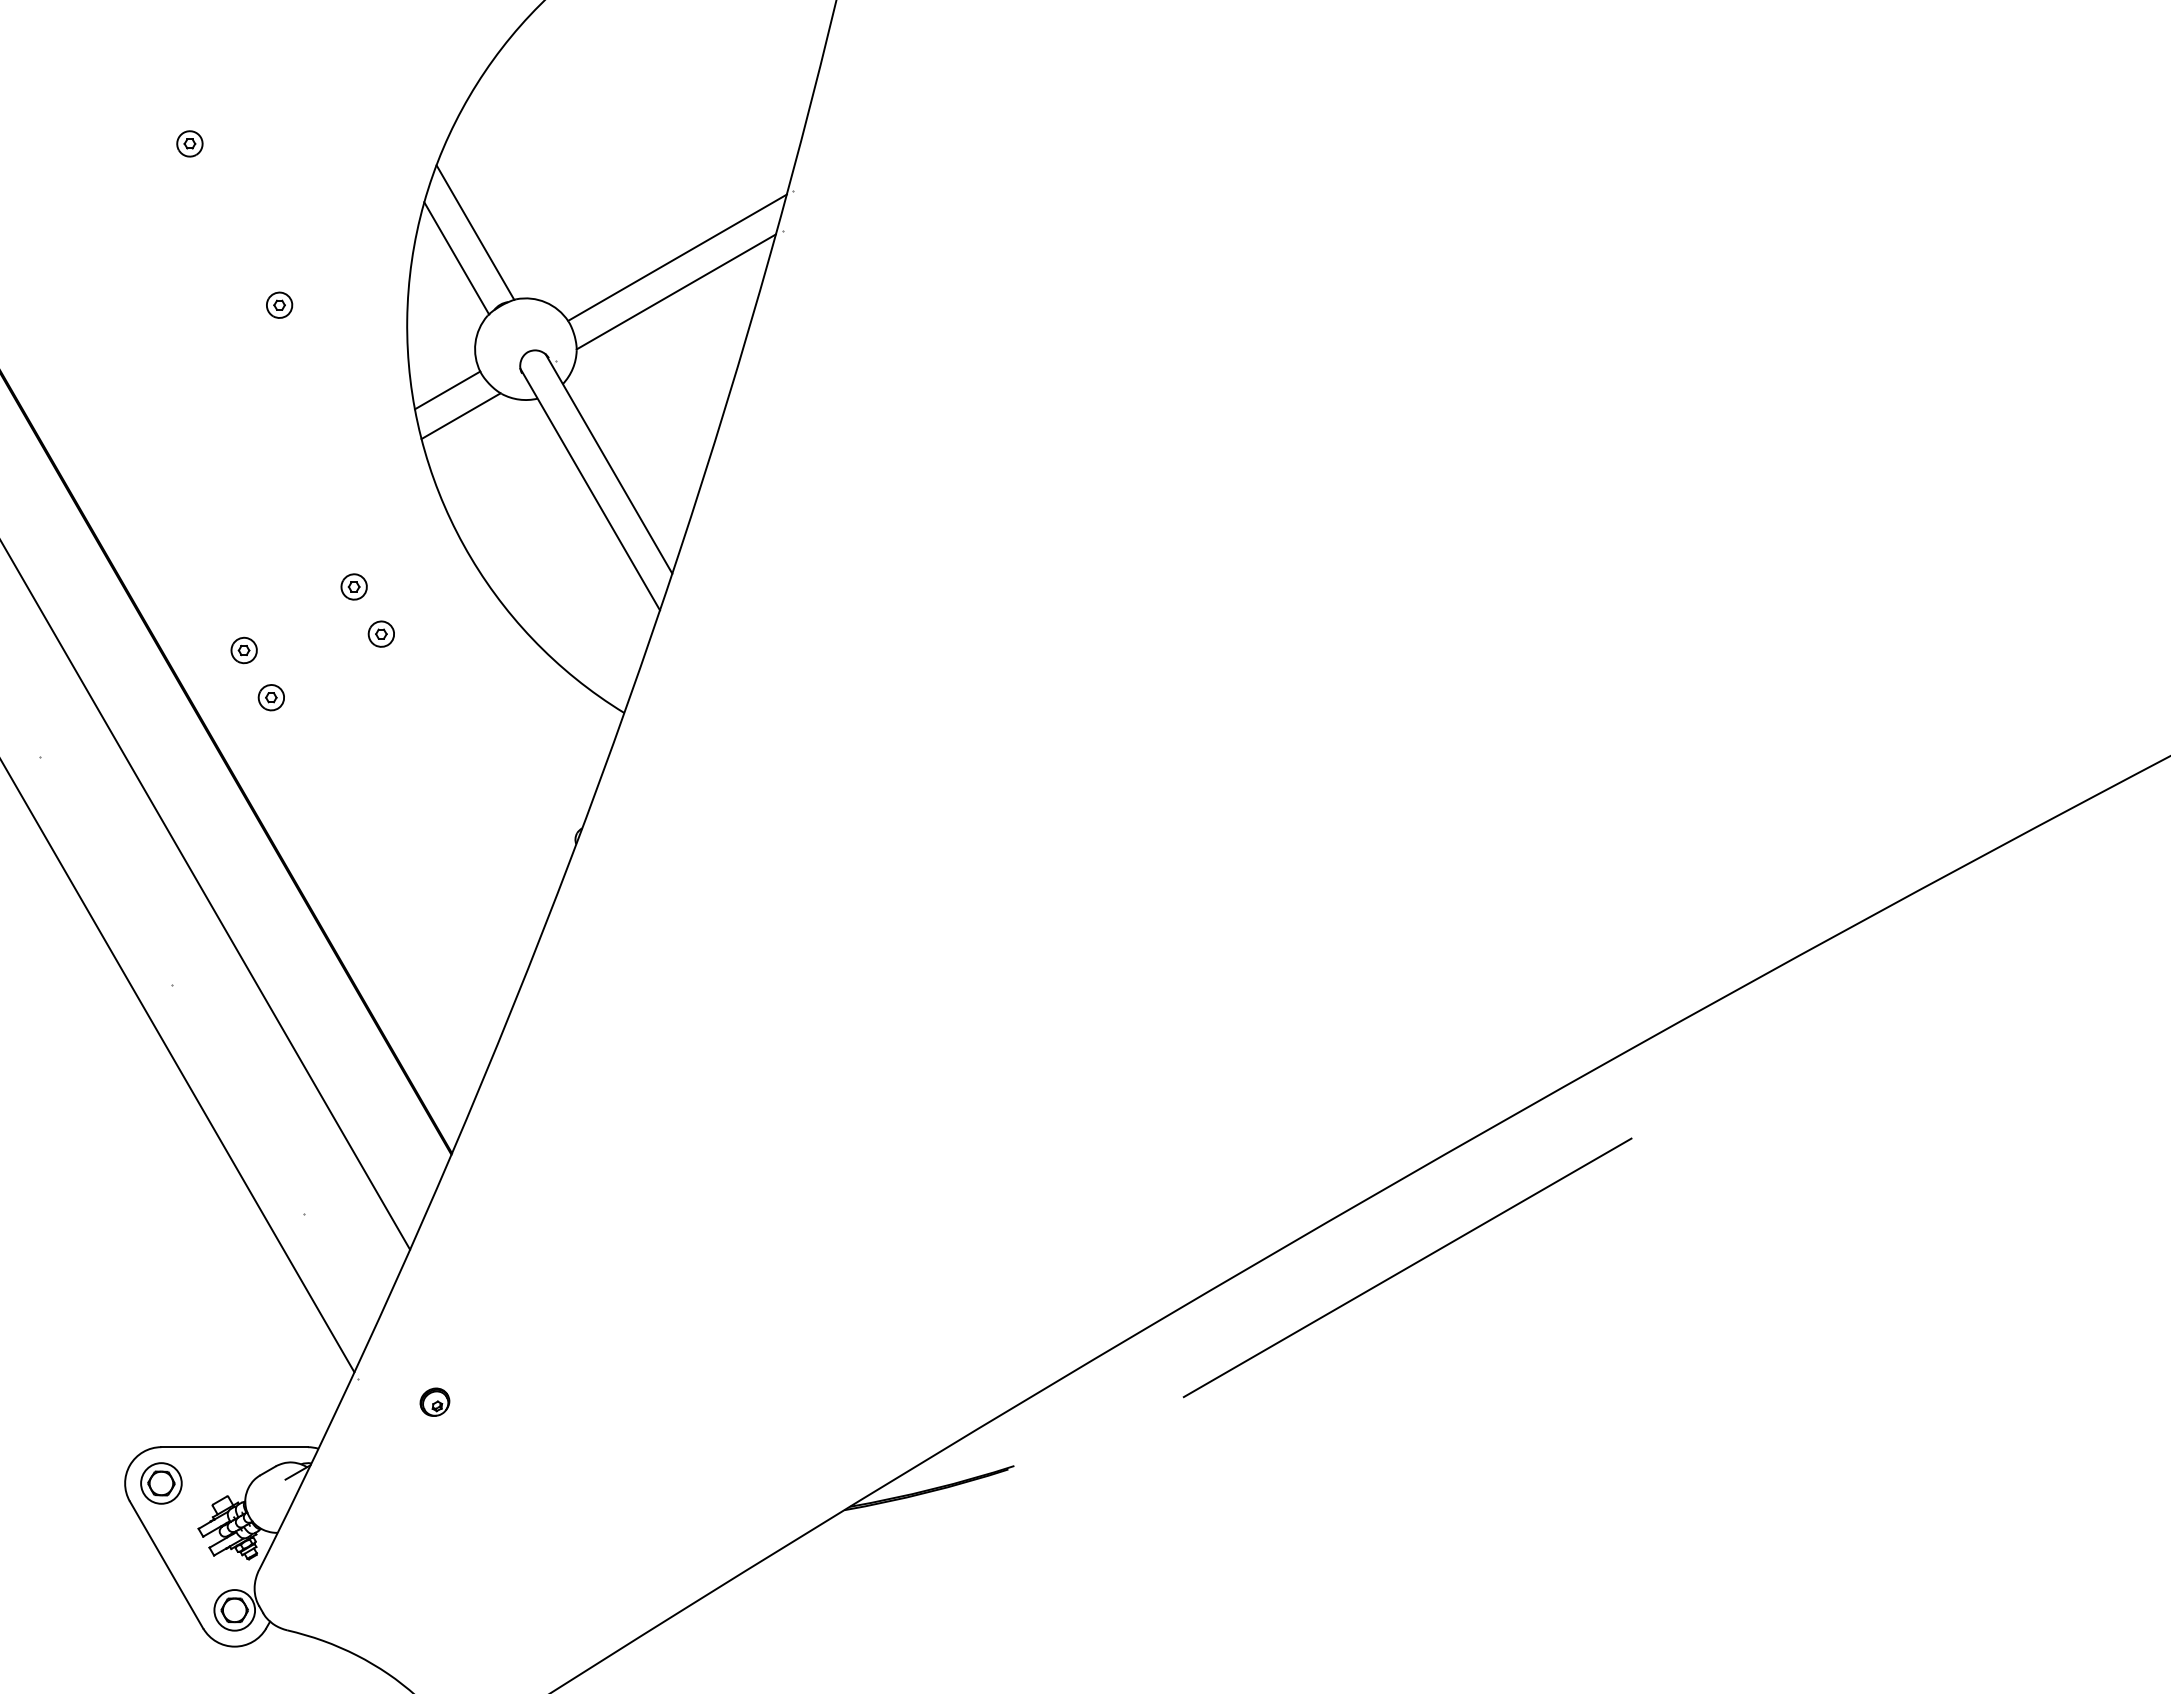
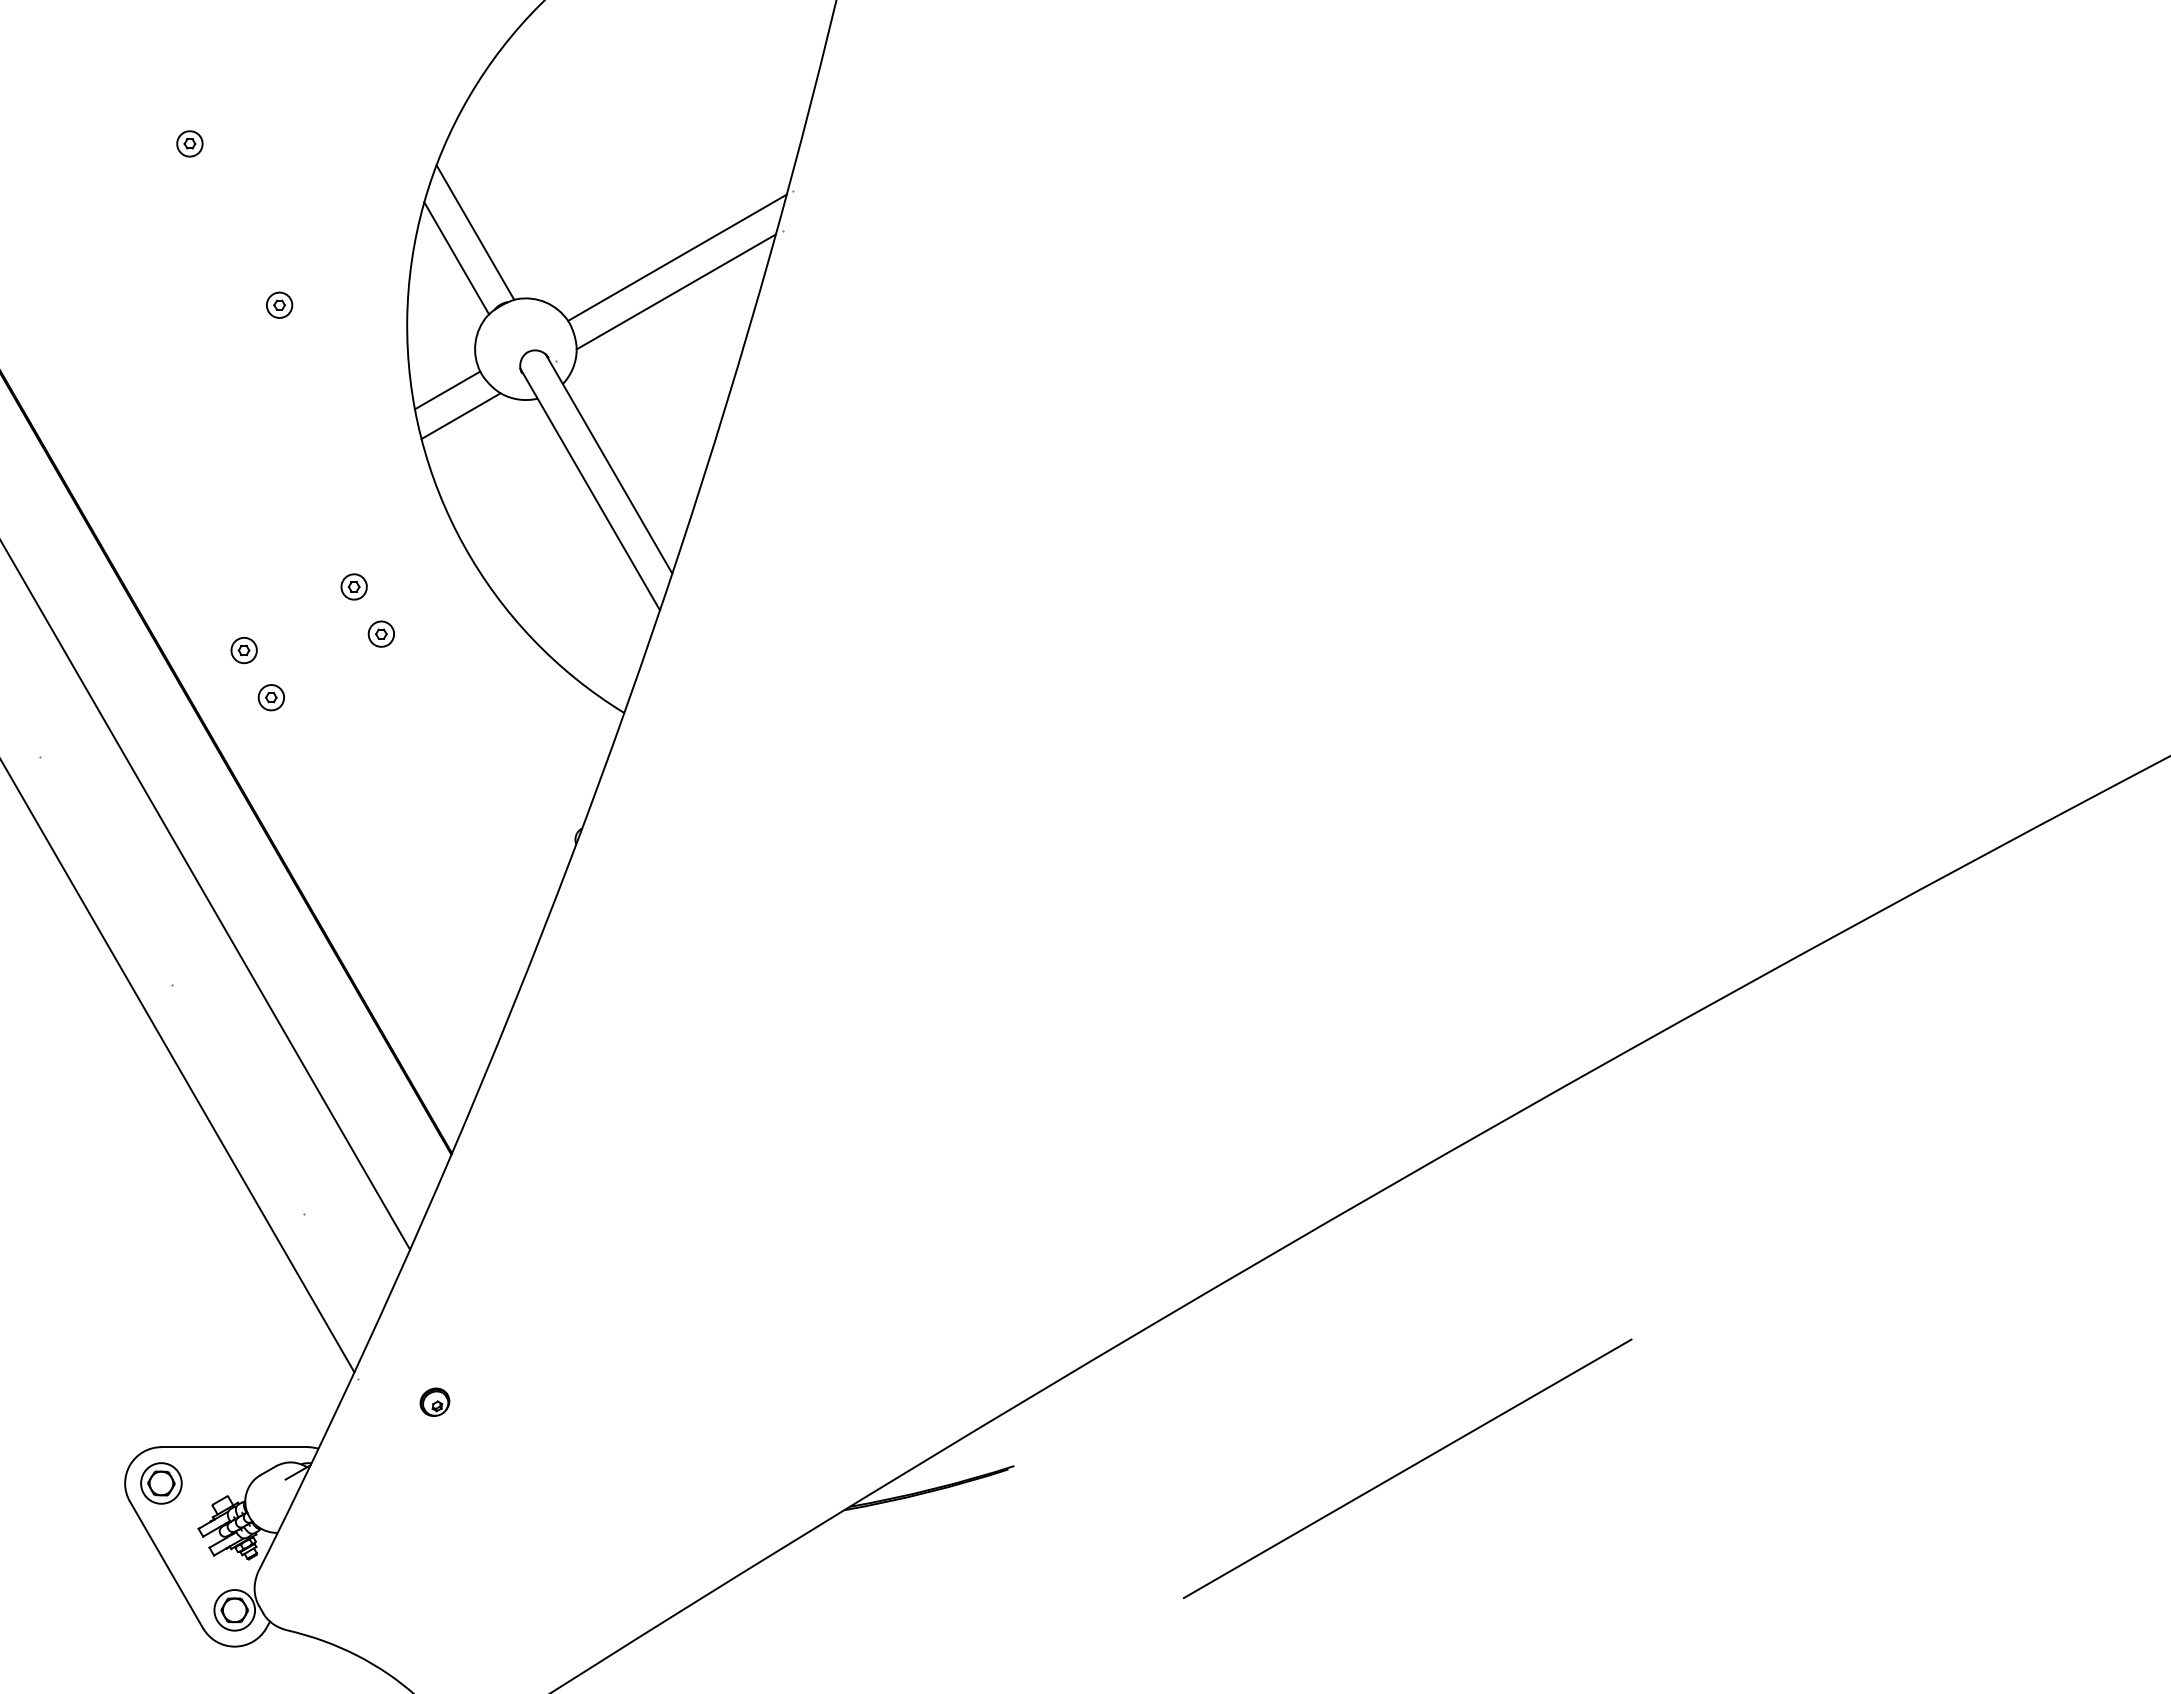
line at (1407, 1267) position: (1407, 1267) -> (1407, 1468)
